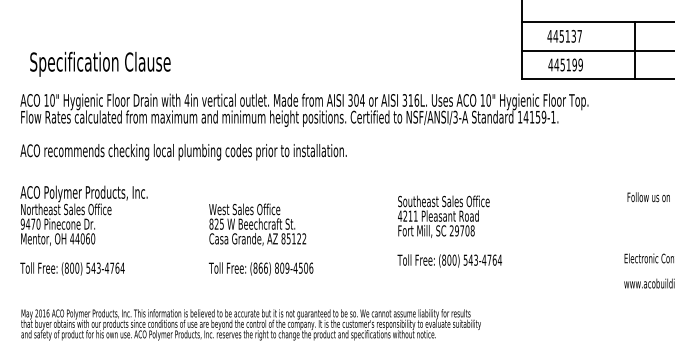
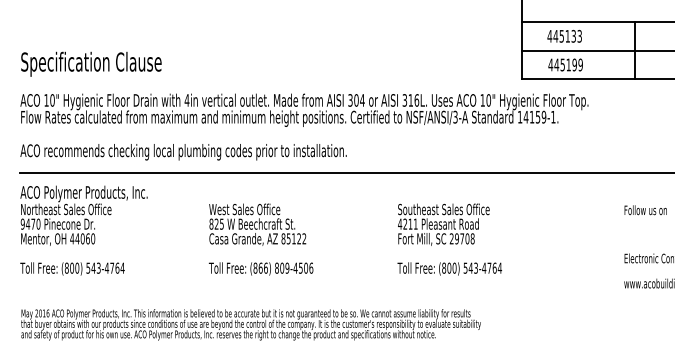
text at (579, 35): 445137 -> 445133
text at (100, 63) position: (100, 63) -> (91, 63)
line at (345, 173): none -> present
text at (648, 197) position: (648, 197) -> (645, 210)
text at (449, 231) position: (449, 231) -> (449, 239)
